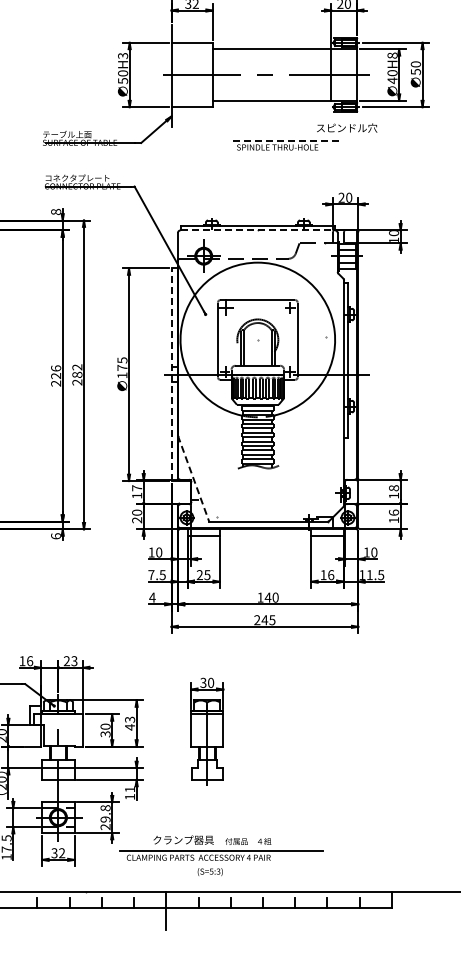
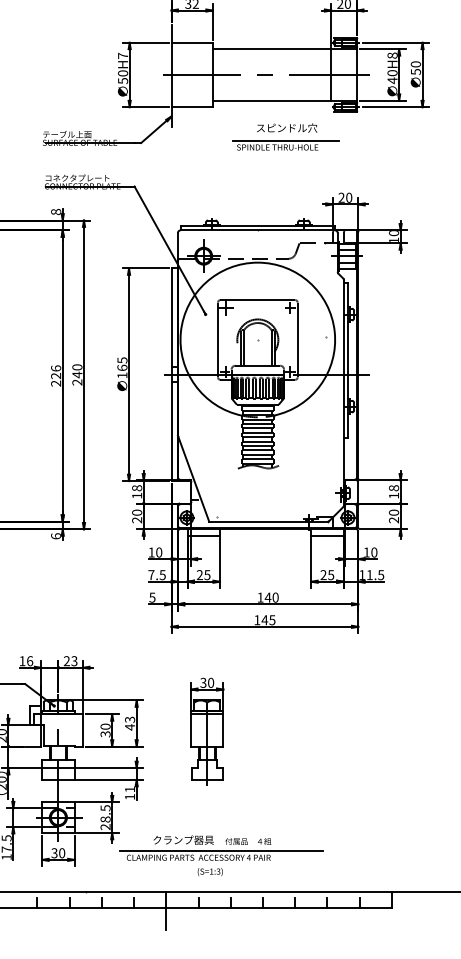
text at (123, 55): 50H3 -> 50H7
text at (347, 127) position: (347, 127) -> (287, 127)
line at (286, 140): dashed -> solid
line at (258, 230): dashed -> solid
text at (122, 367): 175 -> 165
text at (77, 371): 282 -> 240
line at (171, 374): dashed -> solid
line at (193, 478): dashed -> solid
text at (137, 488): 17 -> 18
text at (393, 516): 16 -> 20
text at (327, 575): 16 -> 25
text at (152, 597): 4 -> 5
text at (257, 620): 245 -> 145
text at (105, 813): 29.8 -> 28.5
text at (62, 853): 32 -> 30
text at (211, 871): (S=5:3) -> (S=1:3)
